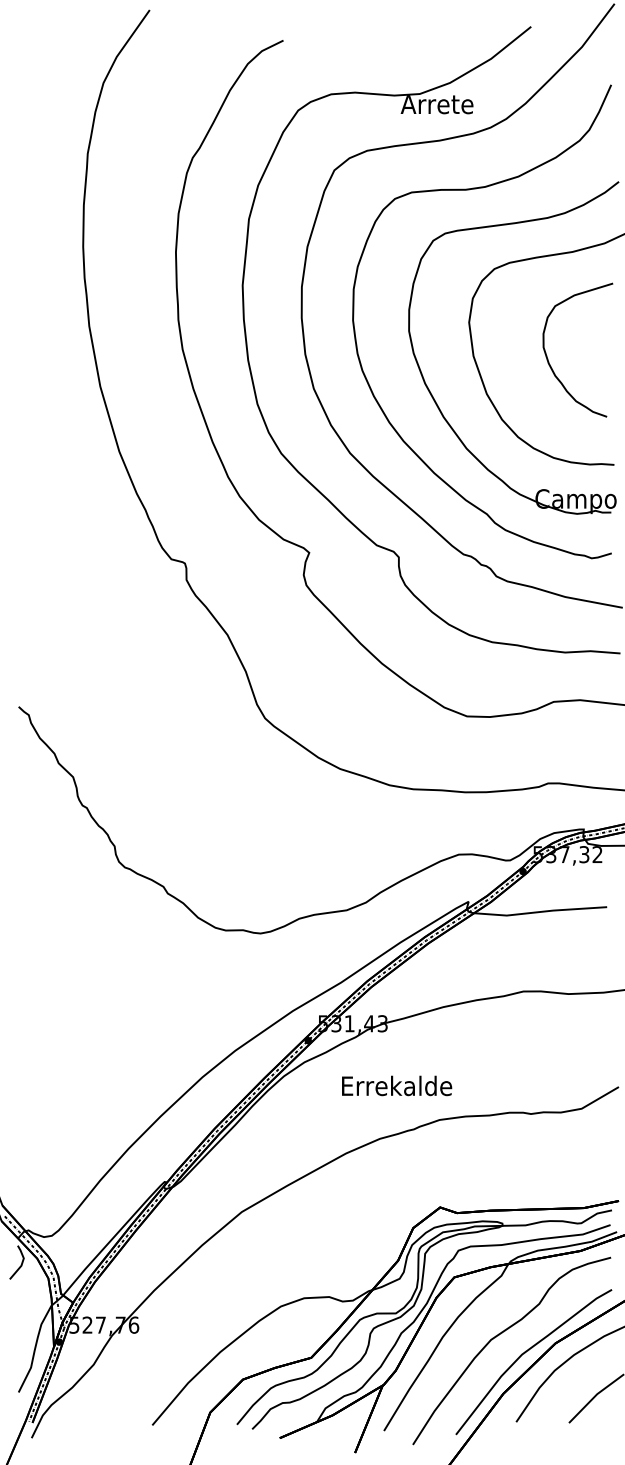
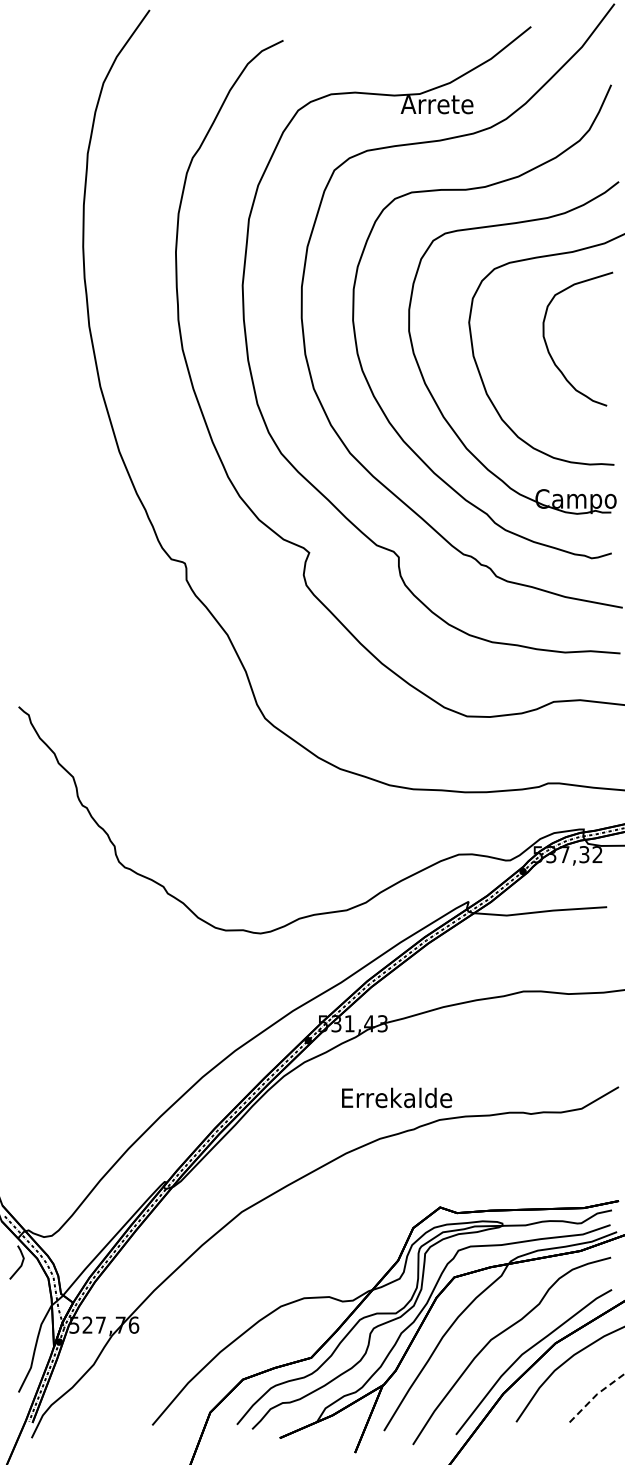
curve at (548, 358) position: (548, 358) -> (548, 347)
text at (397, 1085) position: (397, 1085) -> (397, 1097)
line at (595, 1396): solid -> dashed
